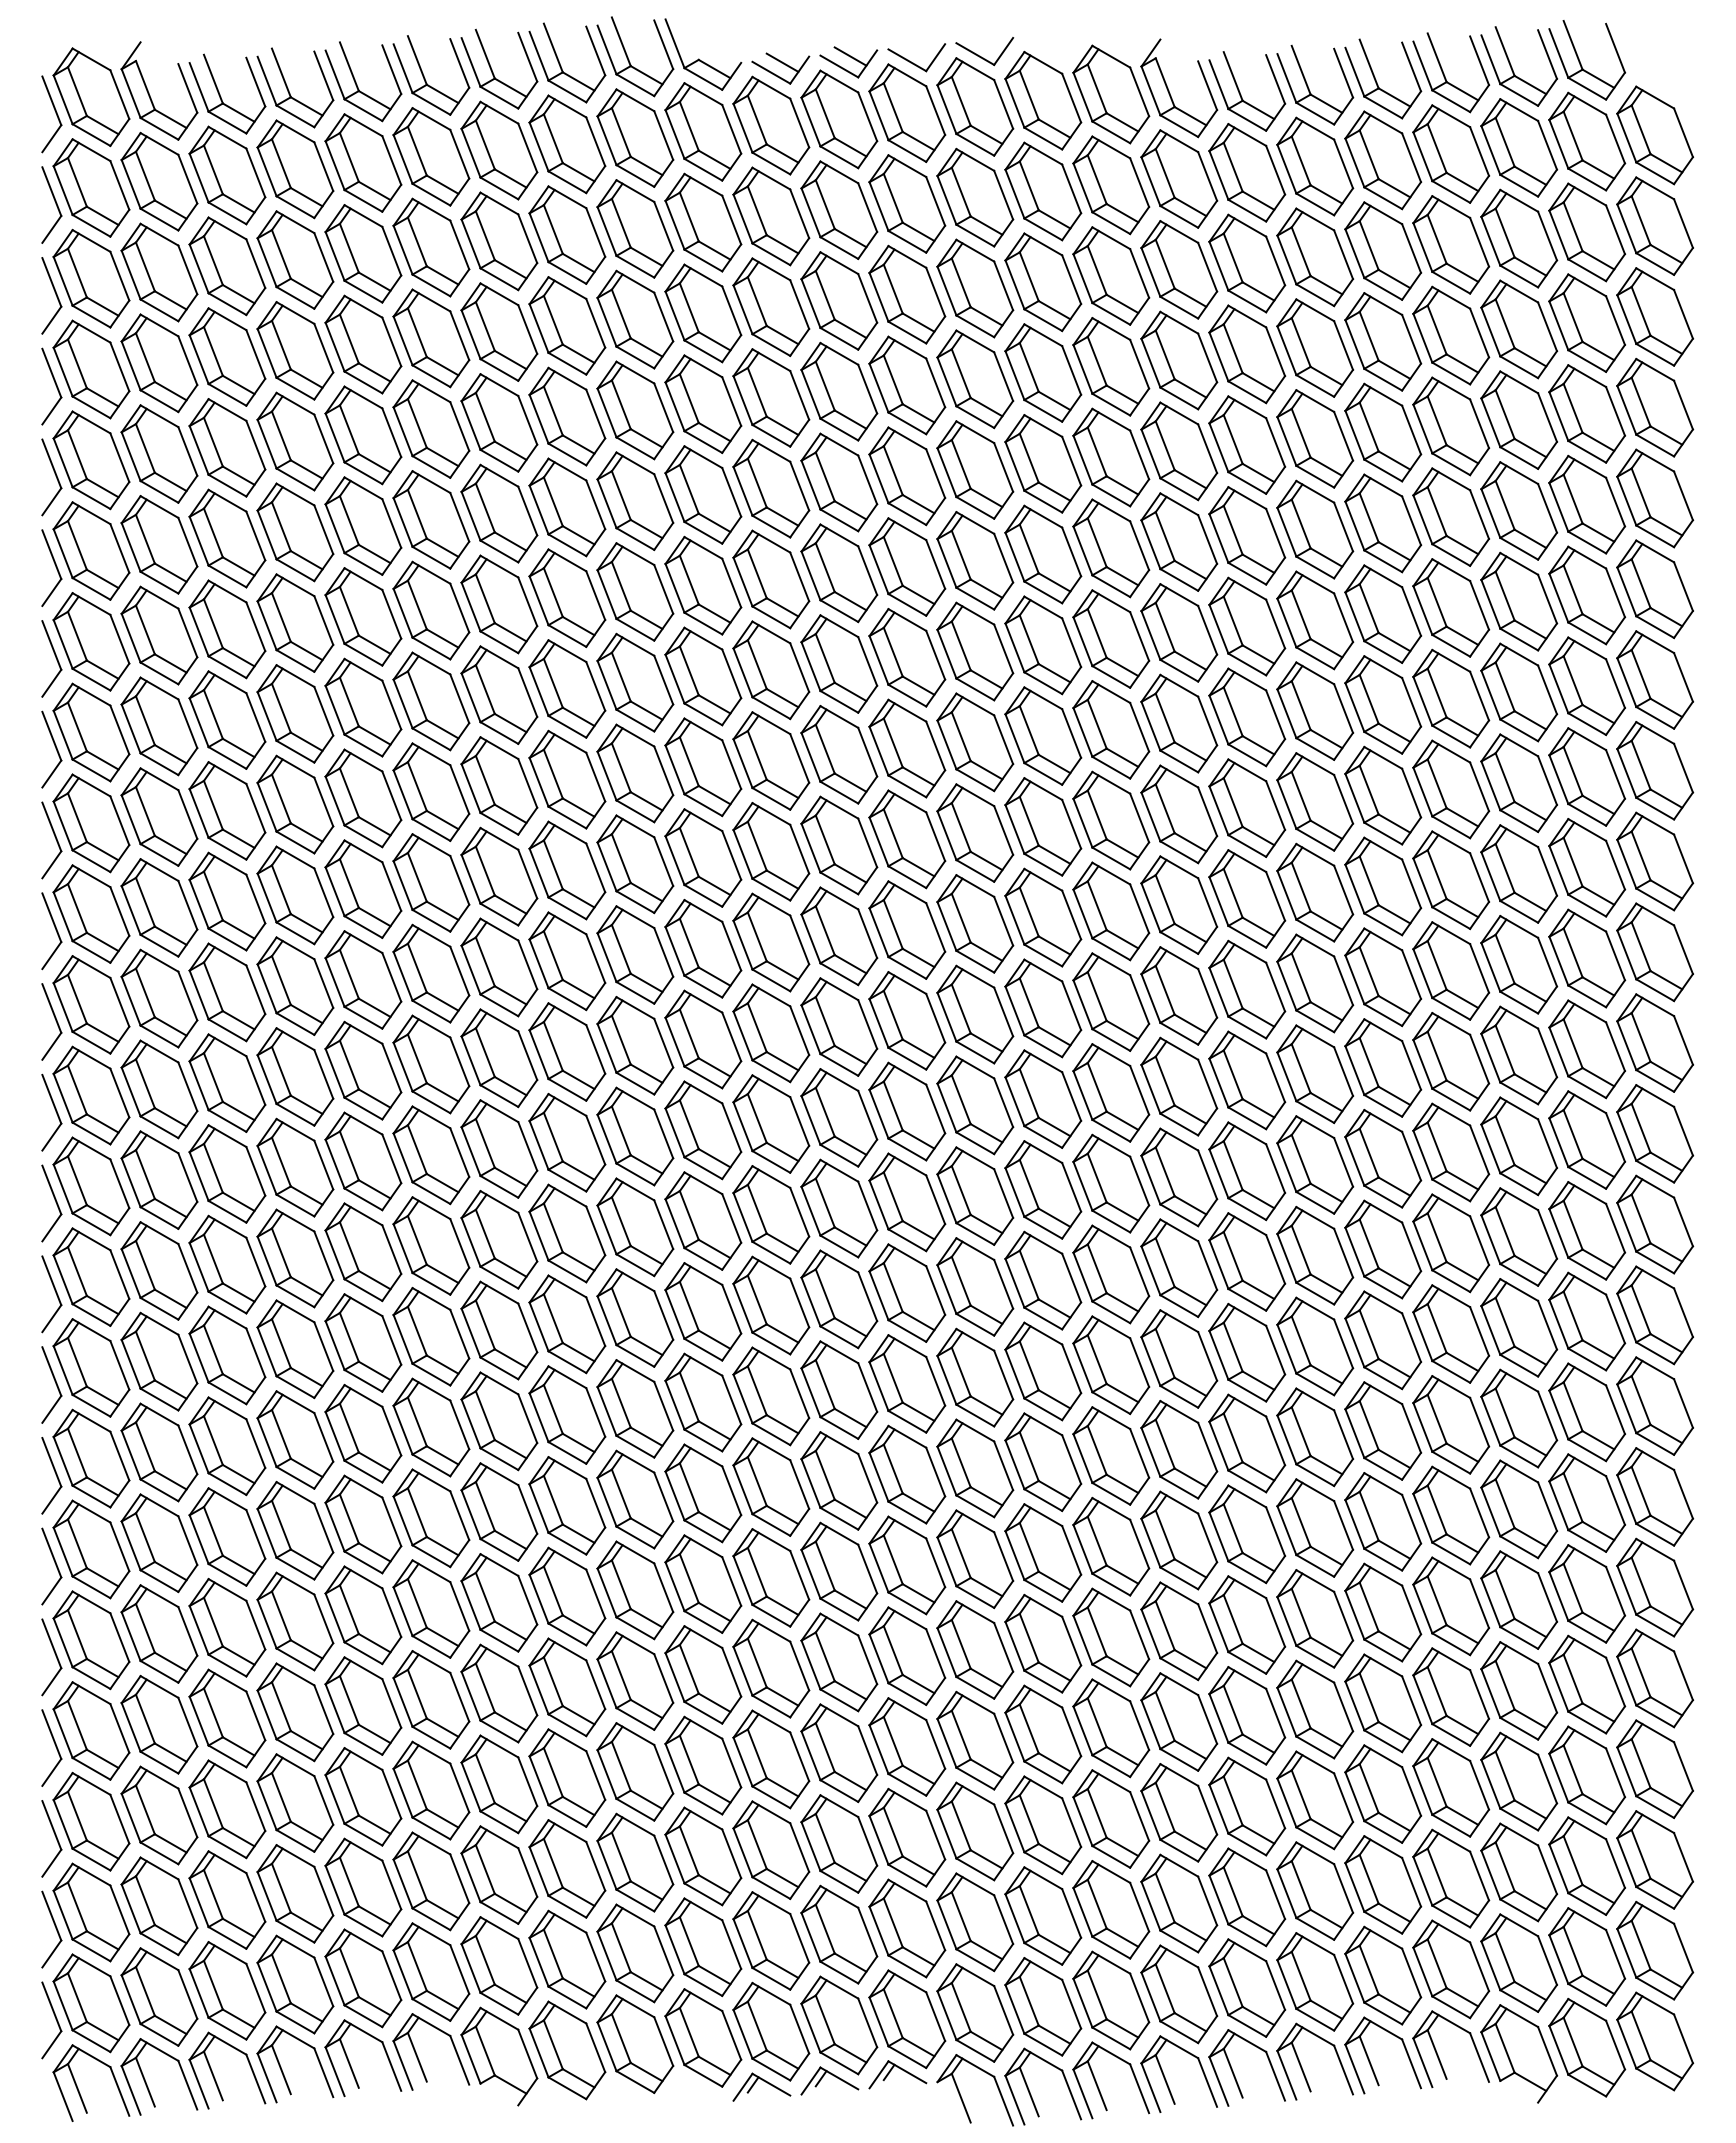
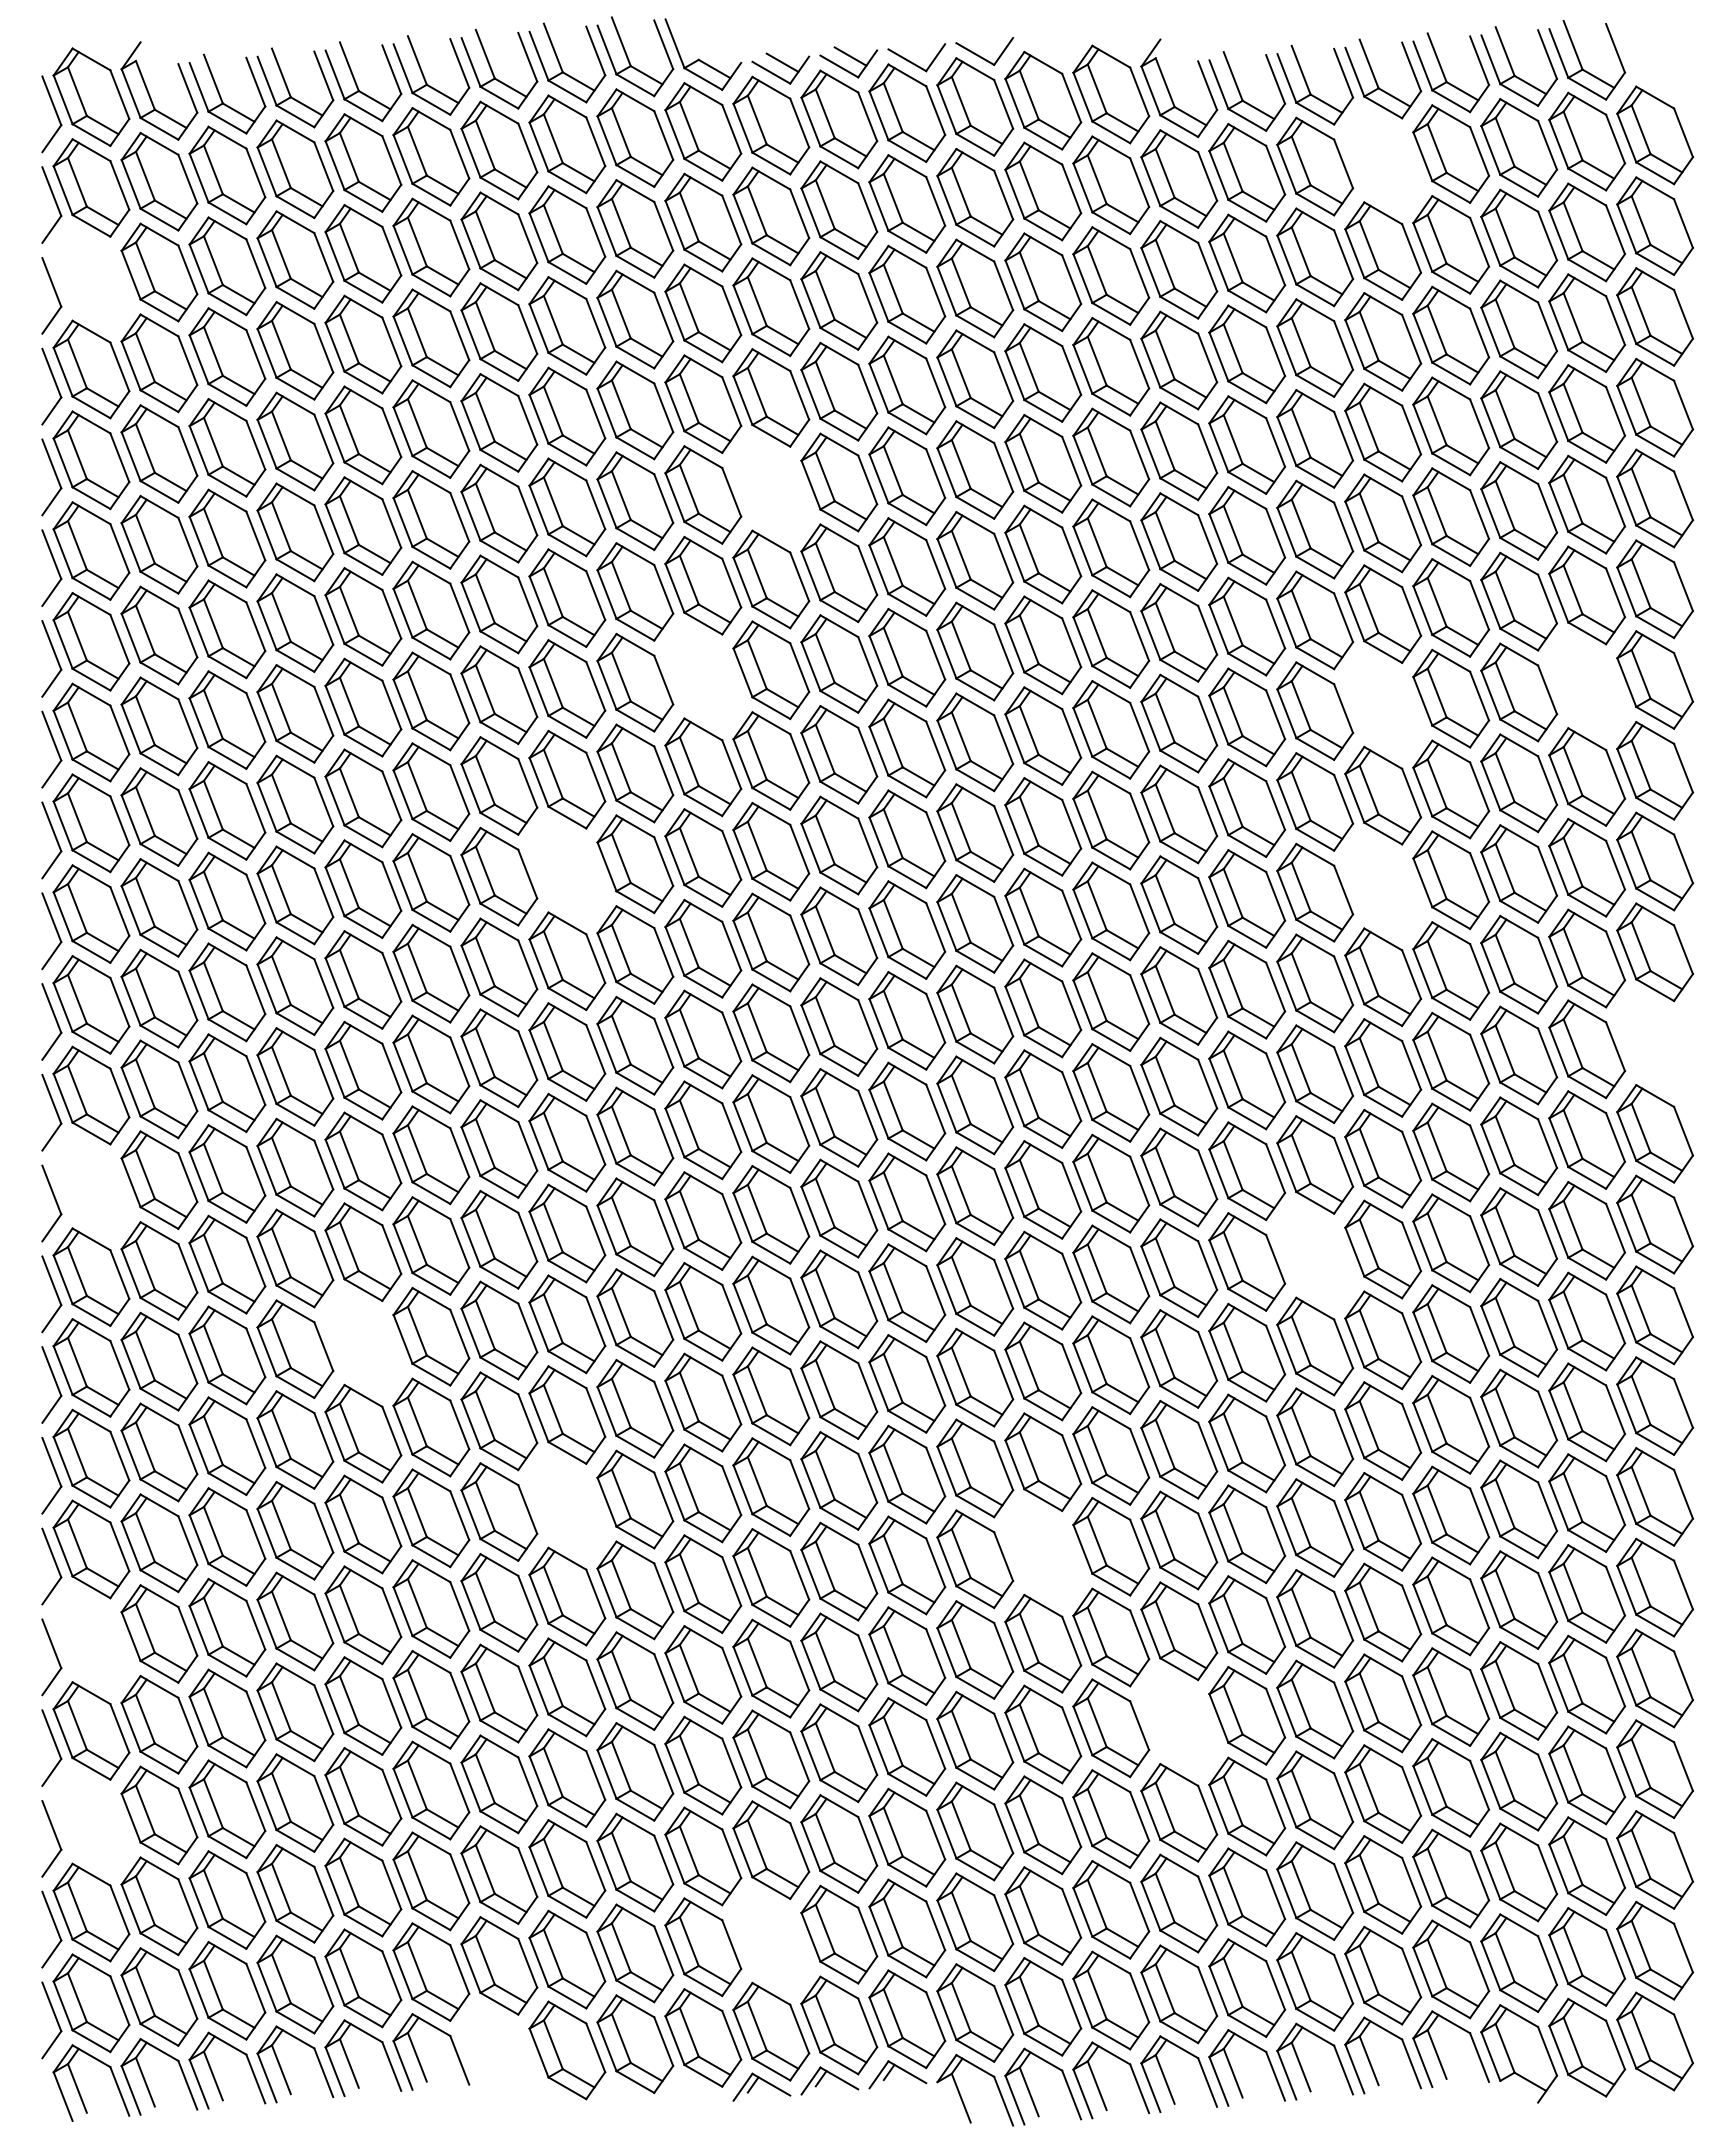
part at (1383, 160): present -> none
part at (91, 278): present -> none
part at (771, 488): present -> none
part at (703, 676): present -> none
part at (1586, 686): present -> none
part at (1383, 704): present -> none
part at (567, 870): present -> none
part at (1383, 886): present -> none
part at (1654, 1042): present -> none
part at (91, 1186): present -> none
part at (1315, 1255): present -> none
part at (363, 1342): present -> none
part at (567, 1505): present -> none
part at (1043, 1552): present -> none
part at (91, 1640): present -> none
part at (1179, 1721): present -> none
part at (91, 1821): present -> none
part at (771, 1940): present -> none
part at (499, 2056): present -> none
